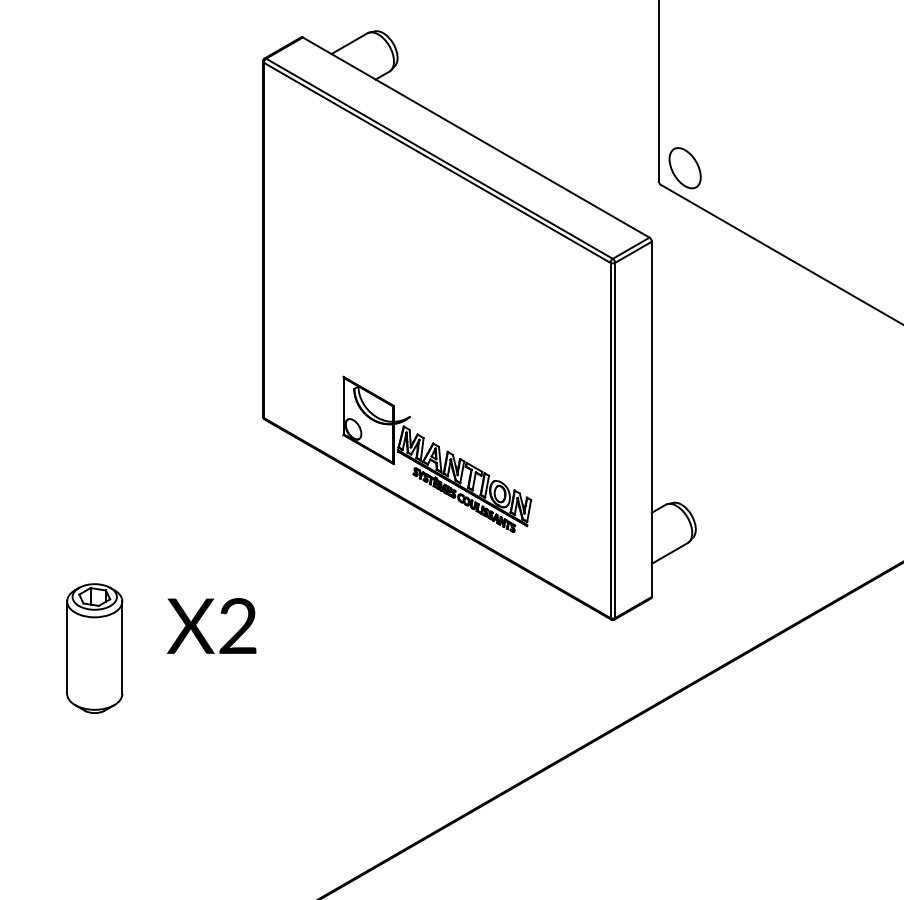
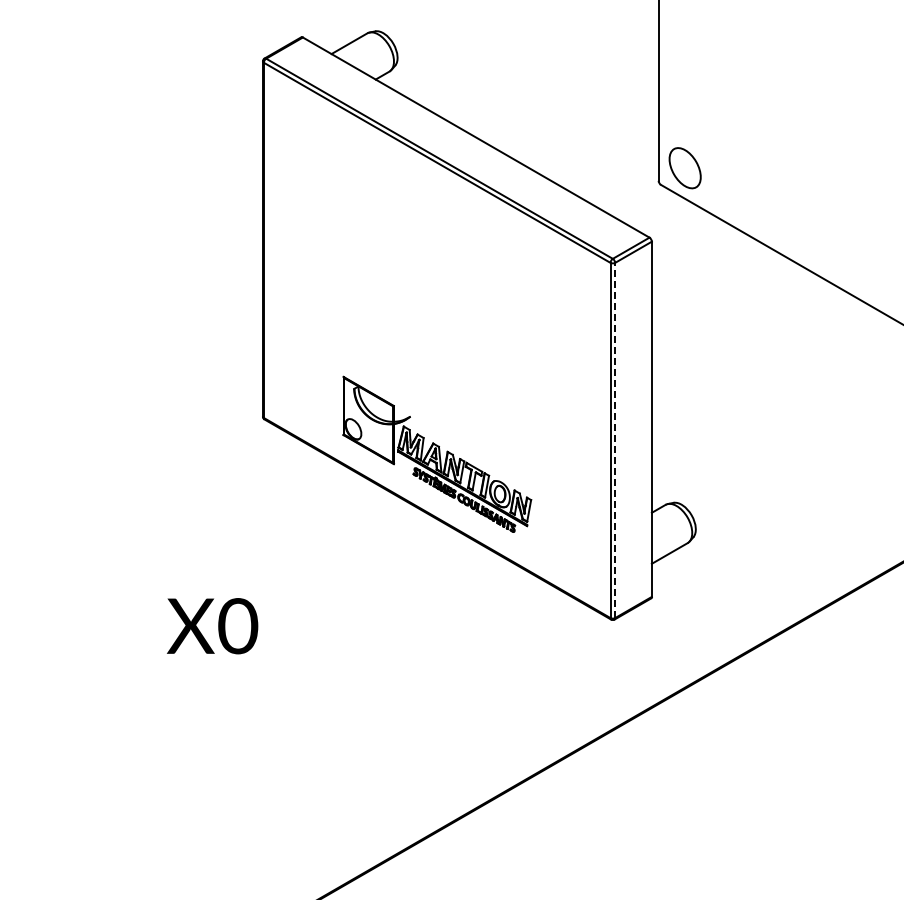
line at (615, 440): solid -> dashed
text at (238, 626): X2 -> X0
part at (94, 648): present -> none
